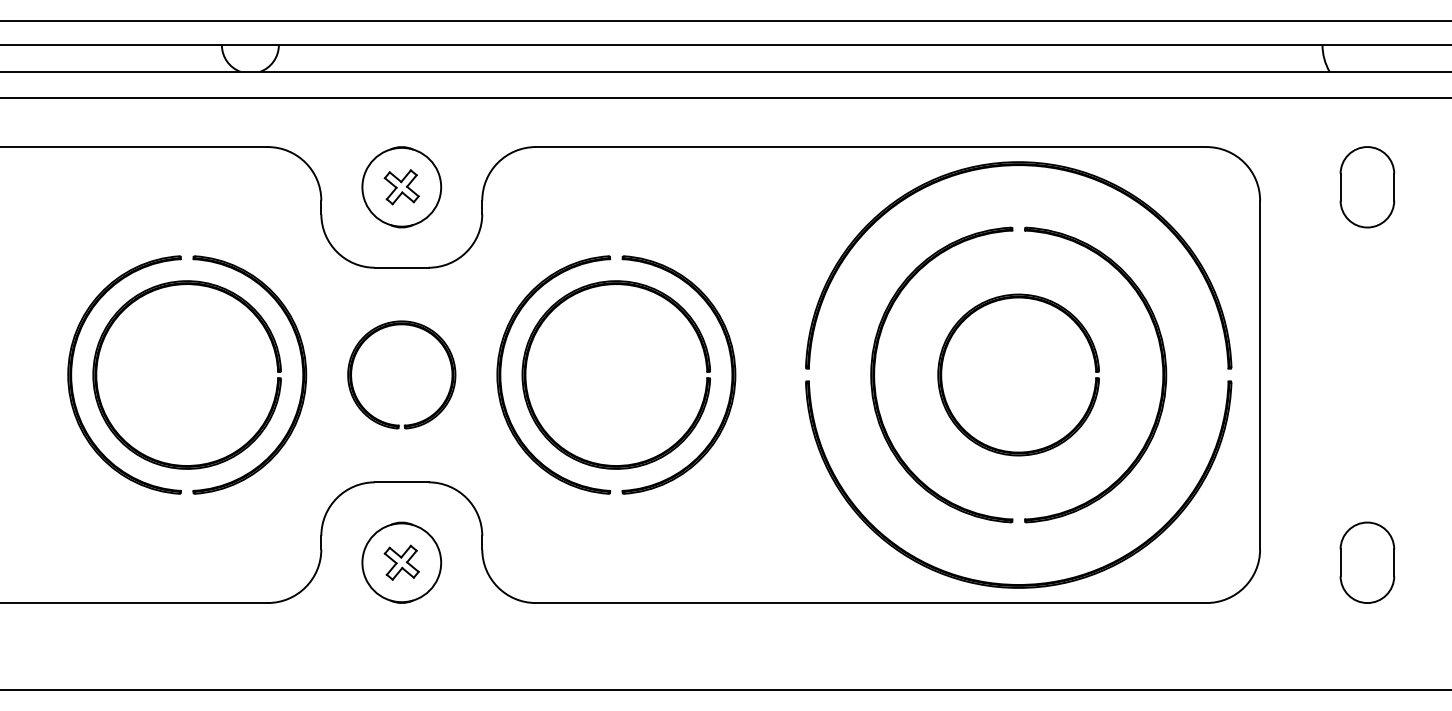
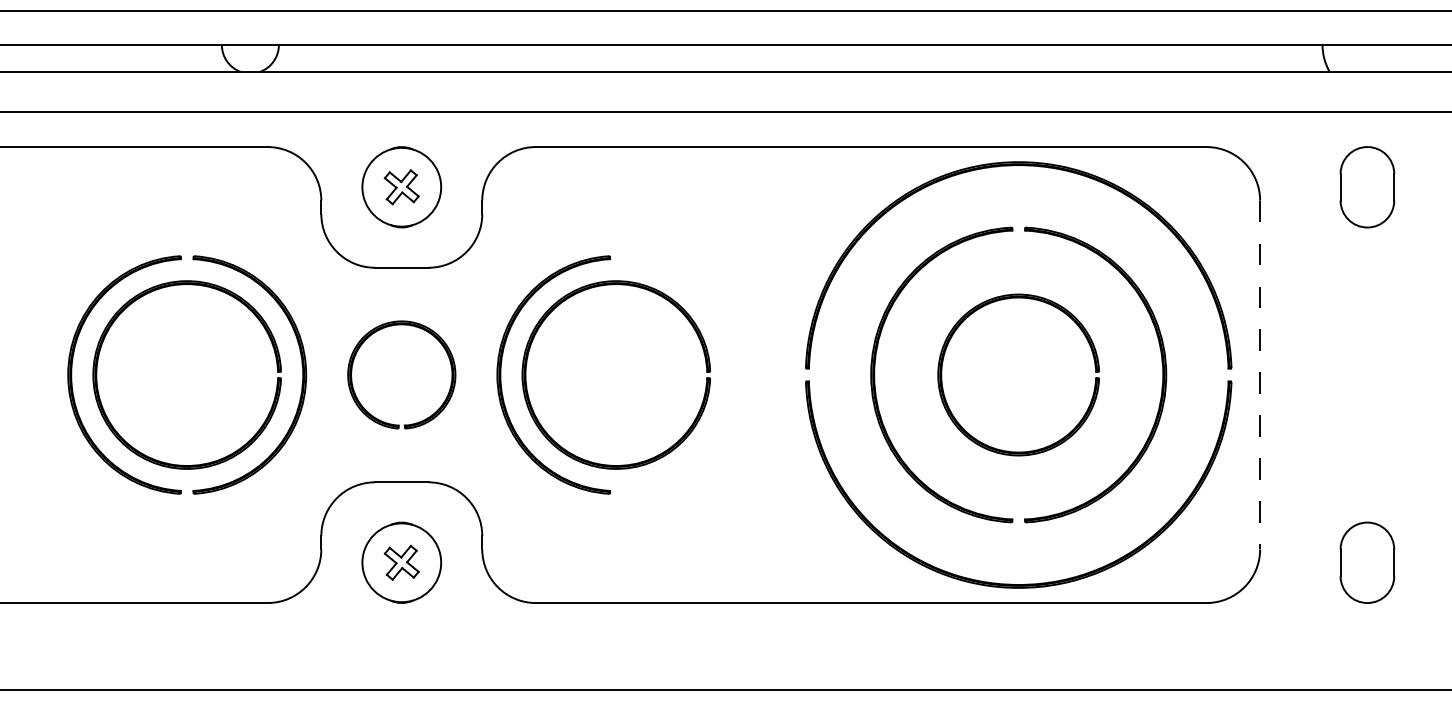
line at (725, 21) position: (725, 21) -> (725, 11)
line at (725, 97) position: (725, 97) -> (725, 111)
part at (731, 374): present -> none
line at (1260, 375): solid -> dashed
